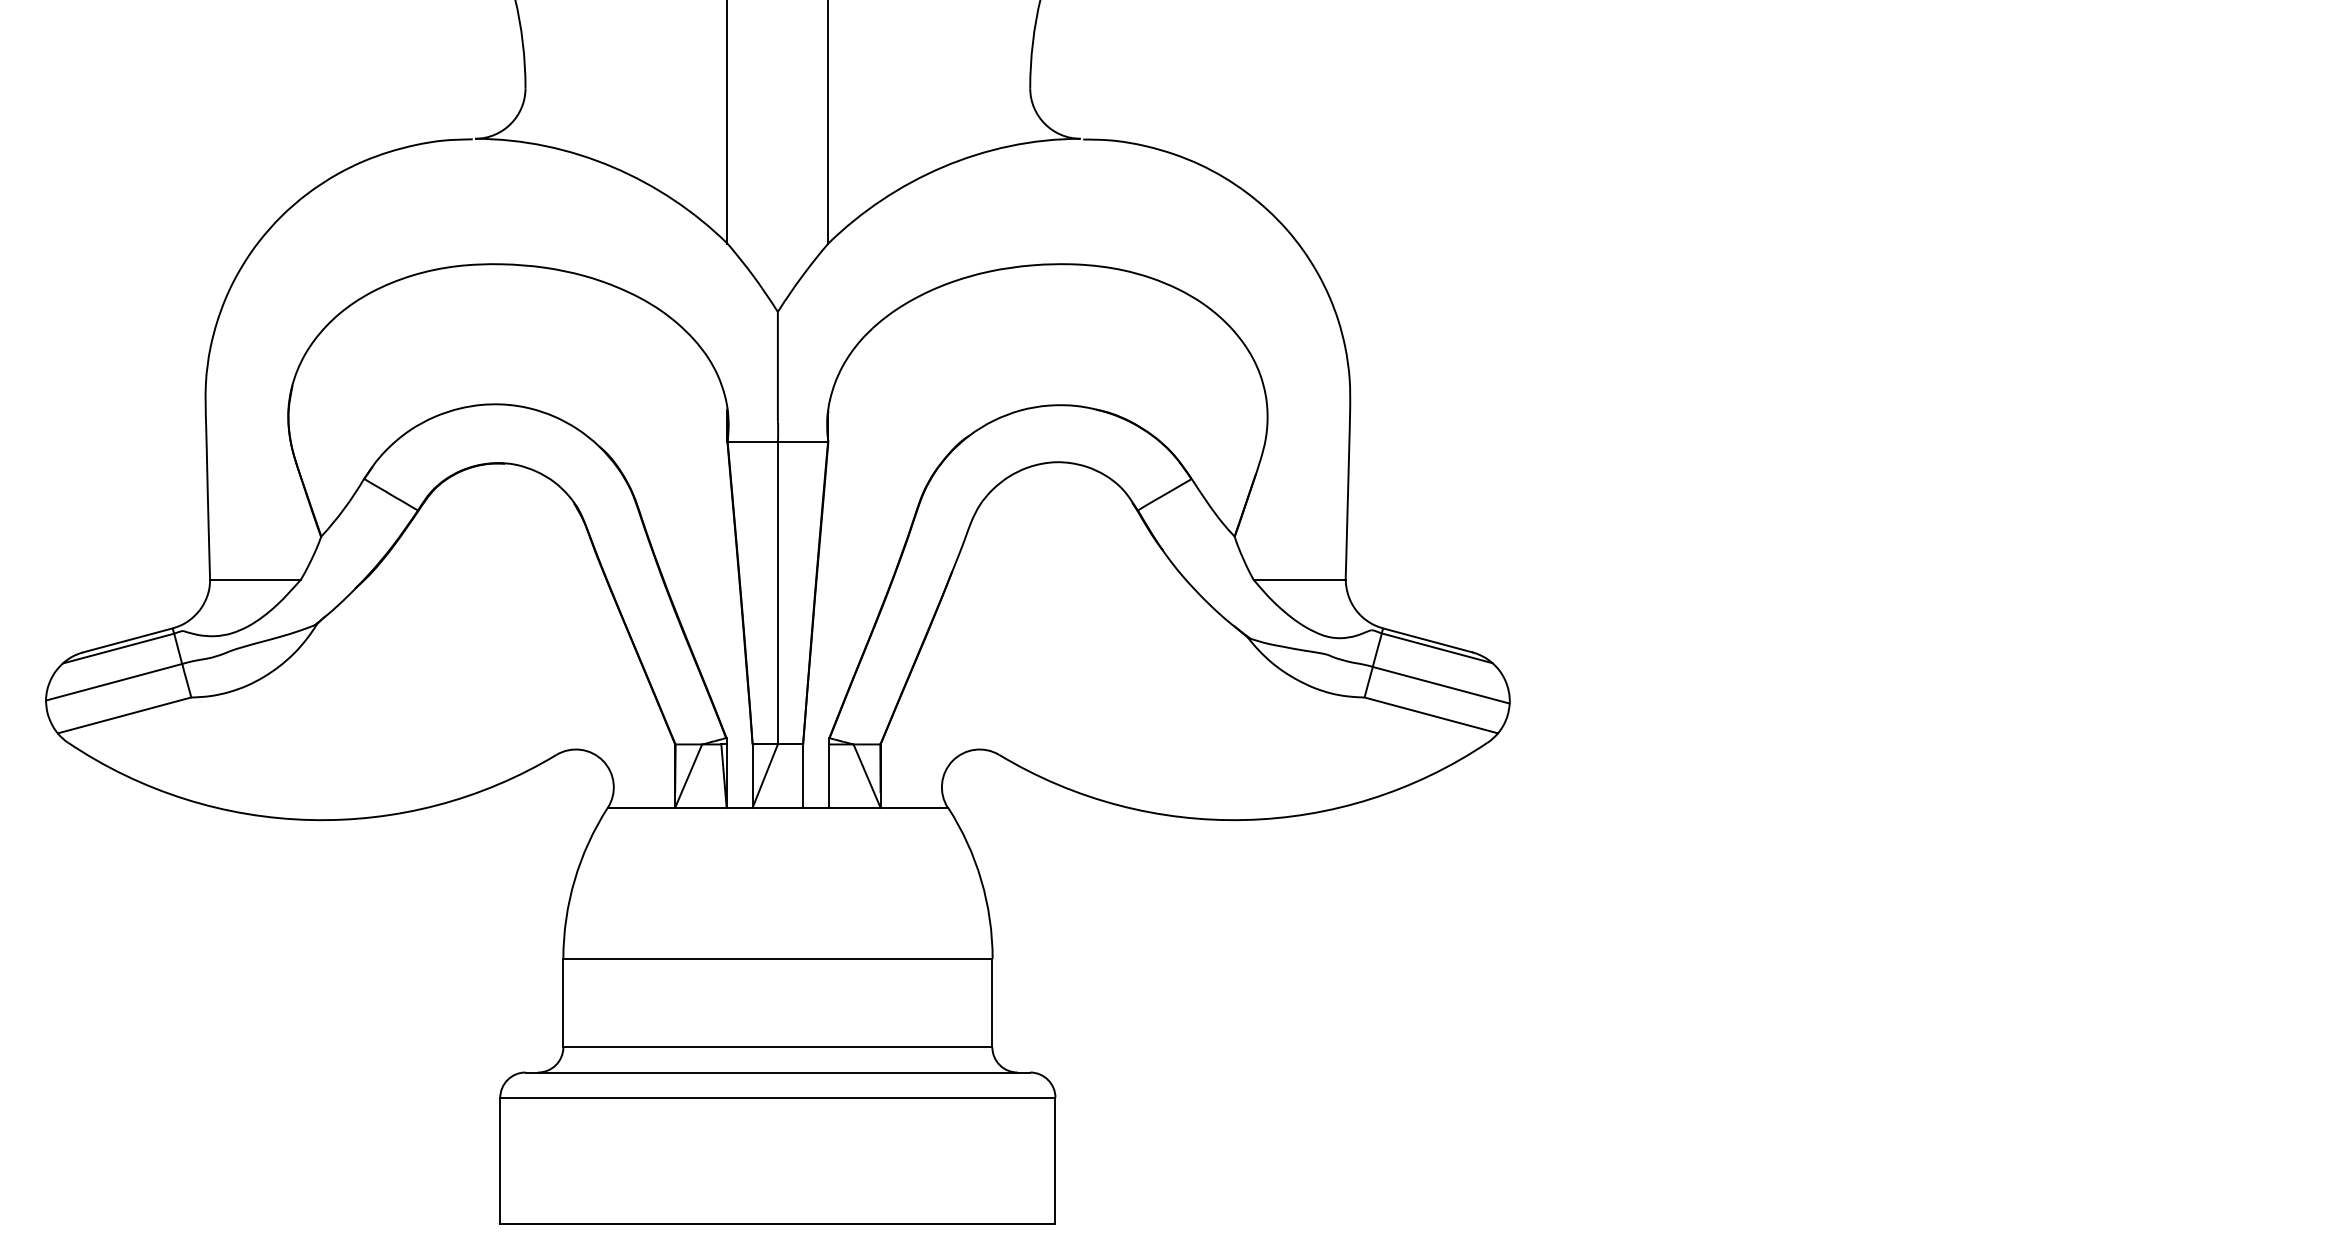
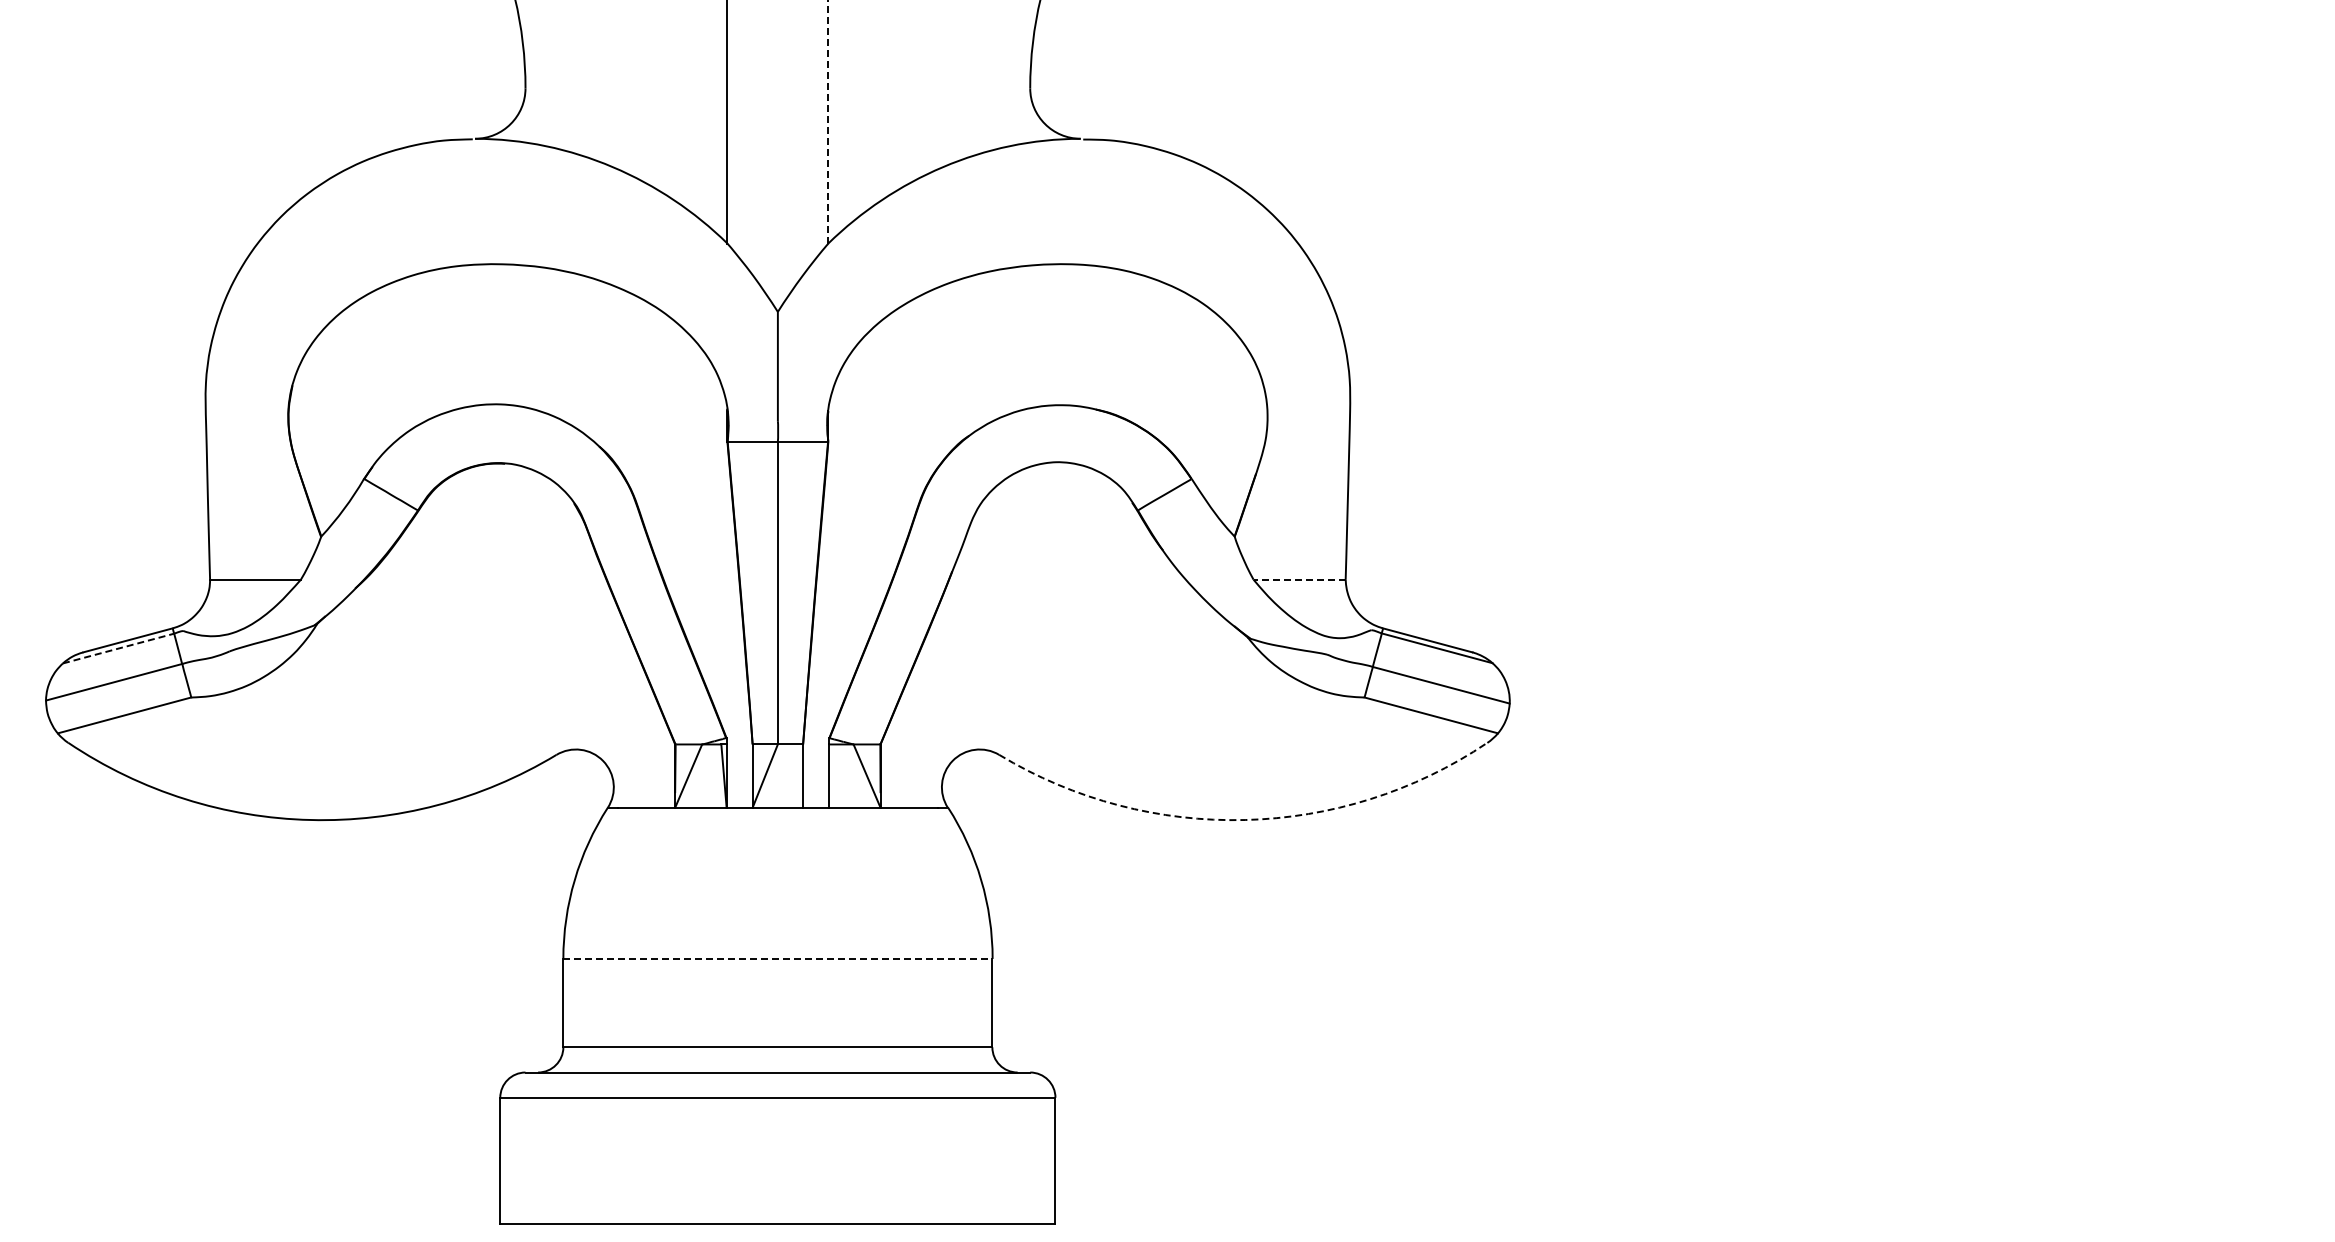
line at (828, 121): solid -> dashed
line at (1299, 579): solid -> dashed
line at (118, 648): solid -> dashed
arc at (1245, 820): solid -> dashed
line at (777, 958): solid -> dashed
